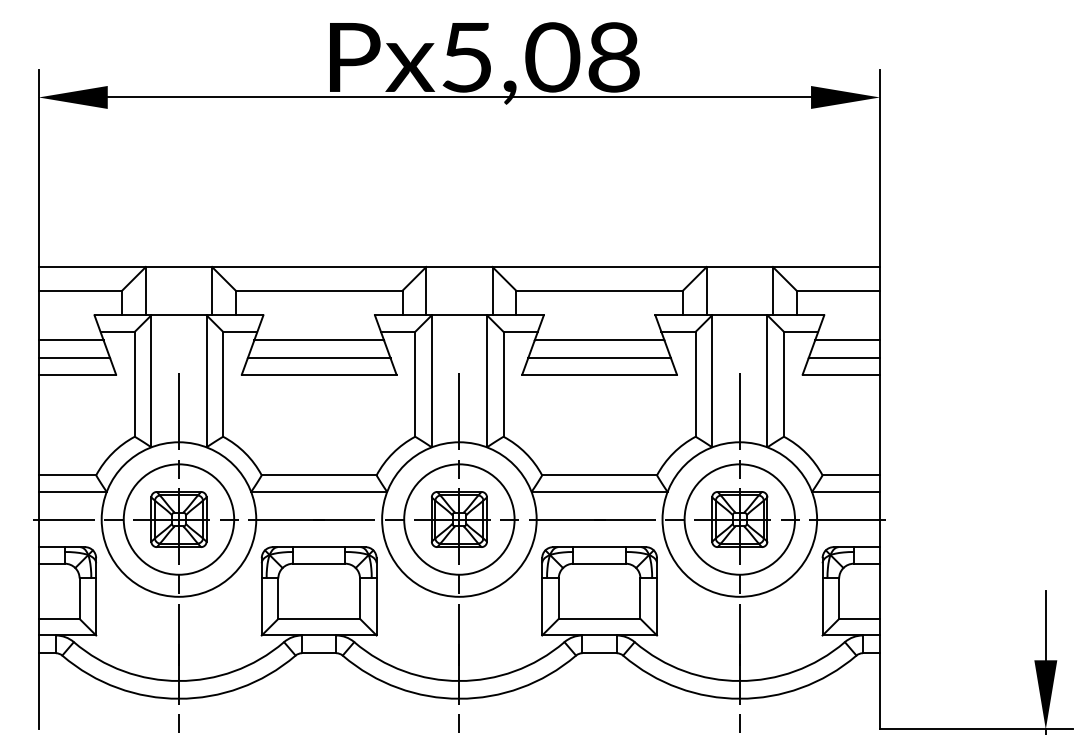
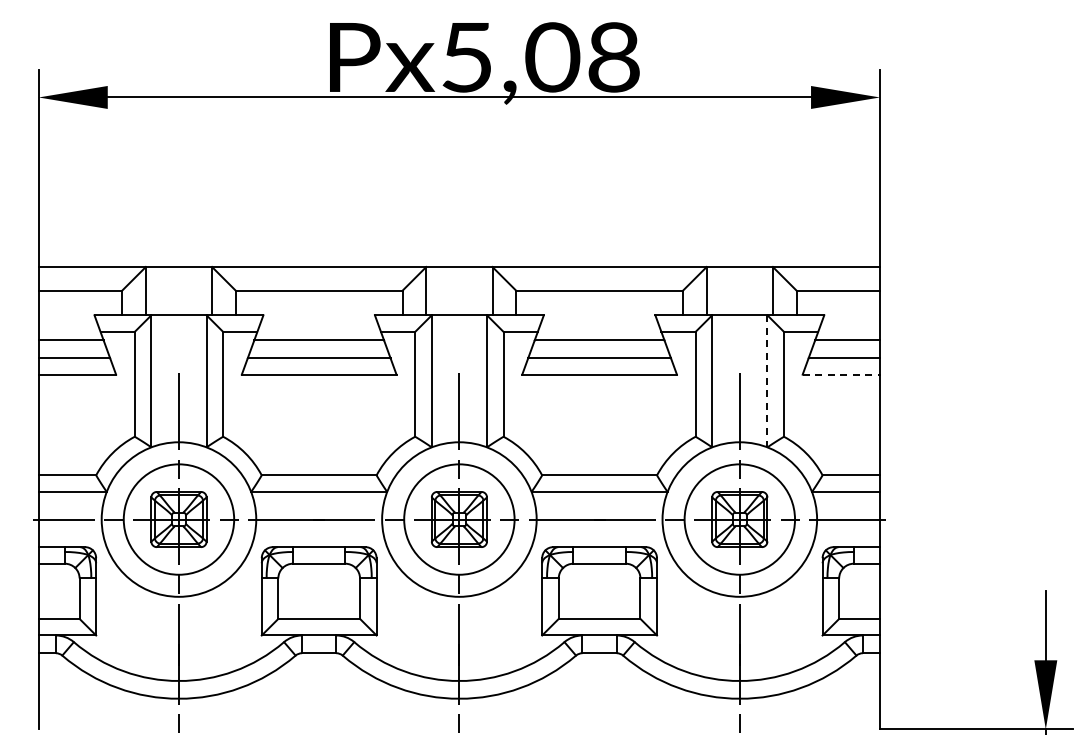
line at (841, 374): solid -> dashed
line at (767, 381): solid -> dashed
